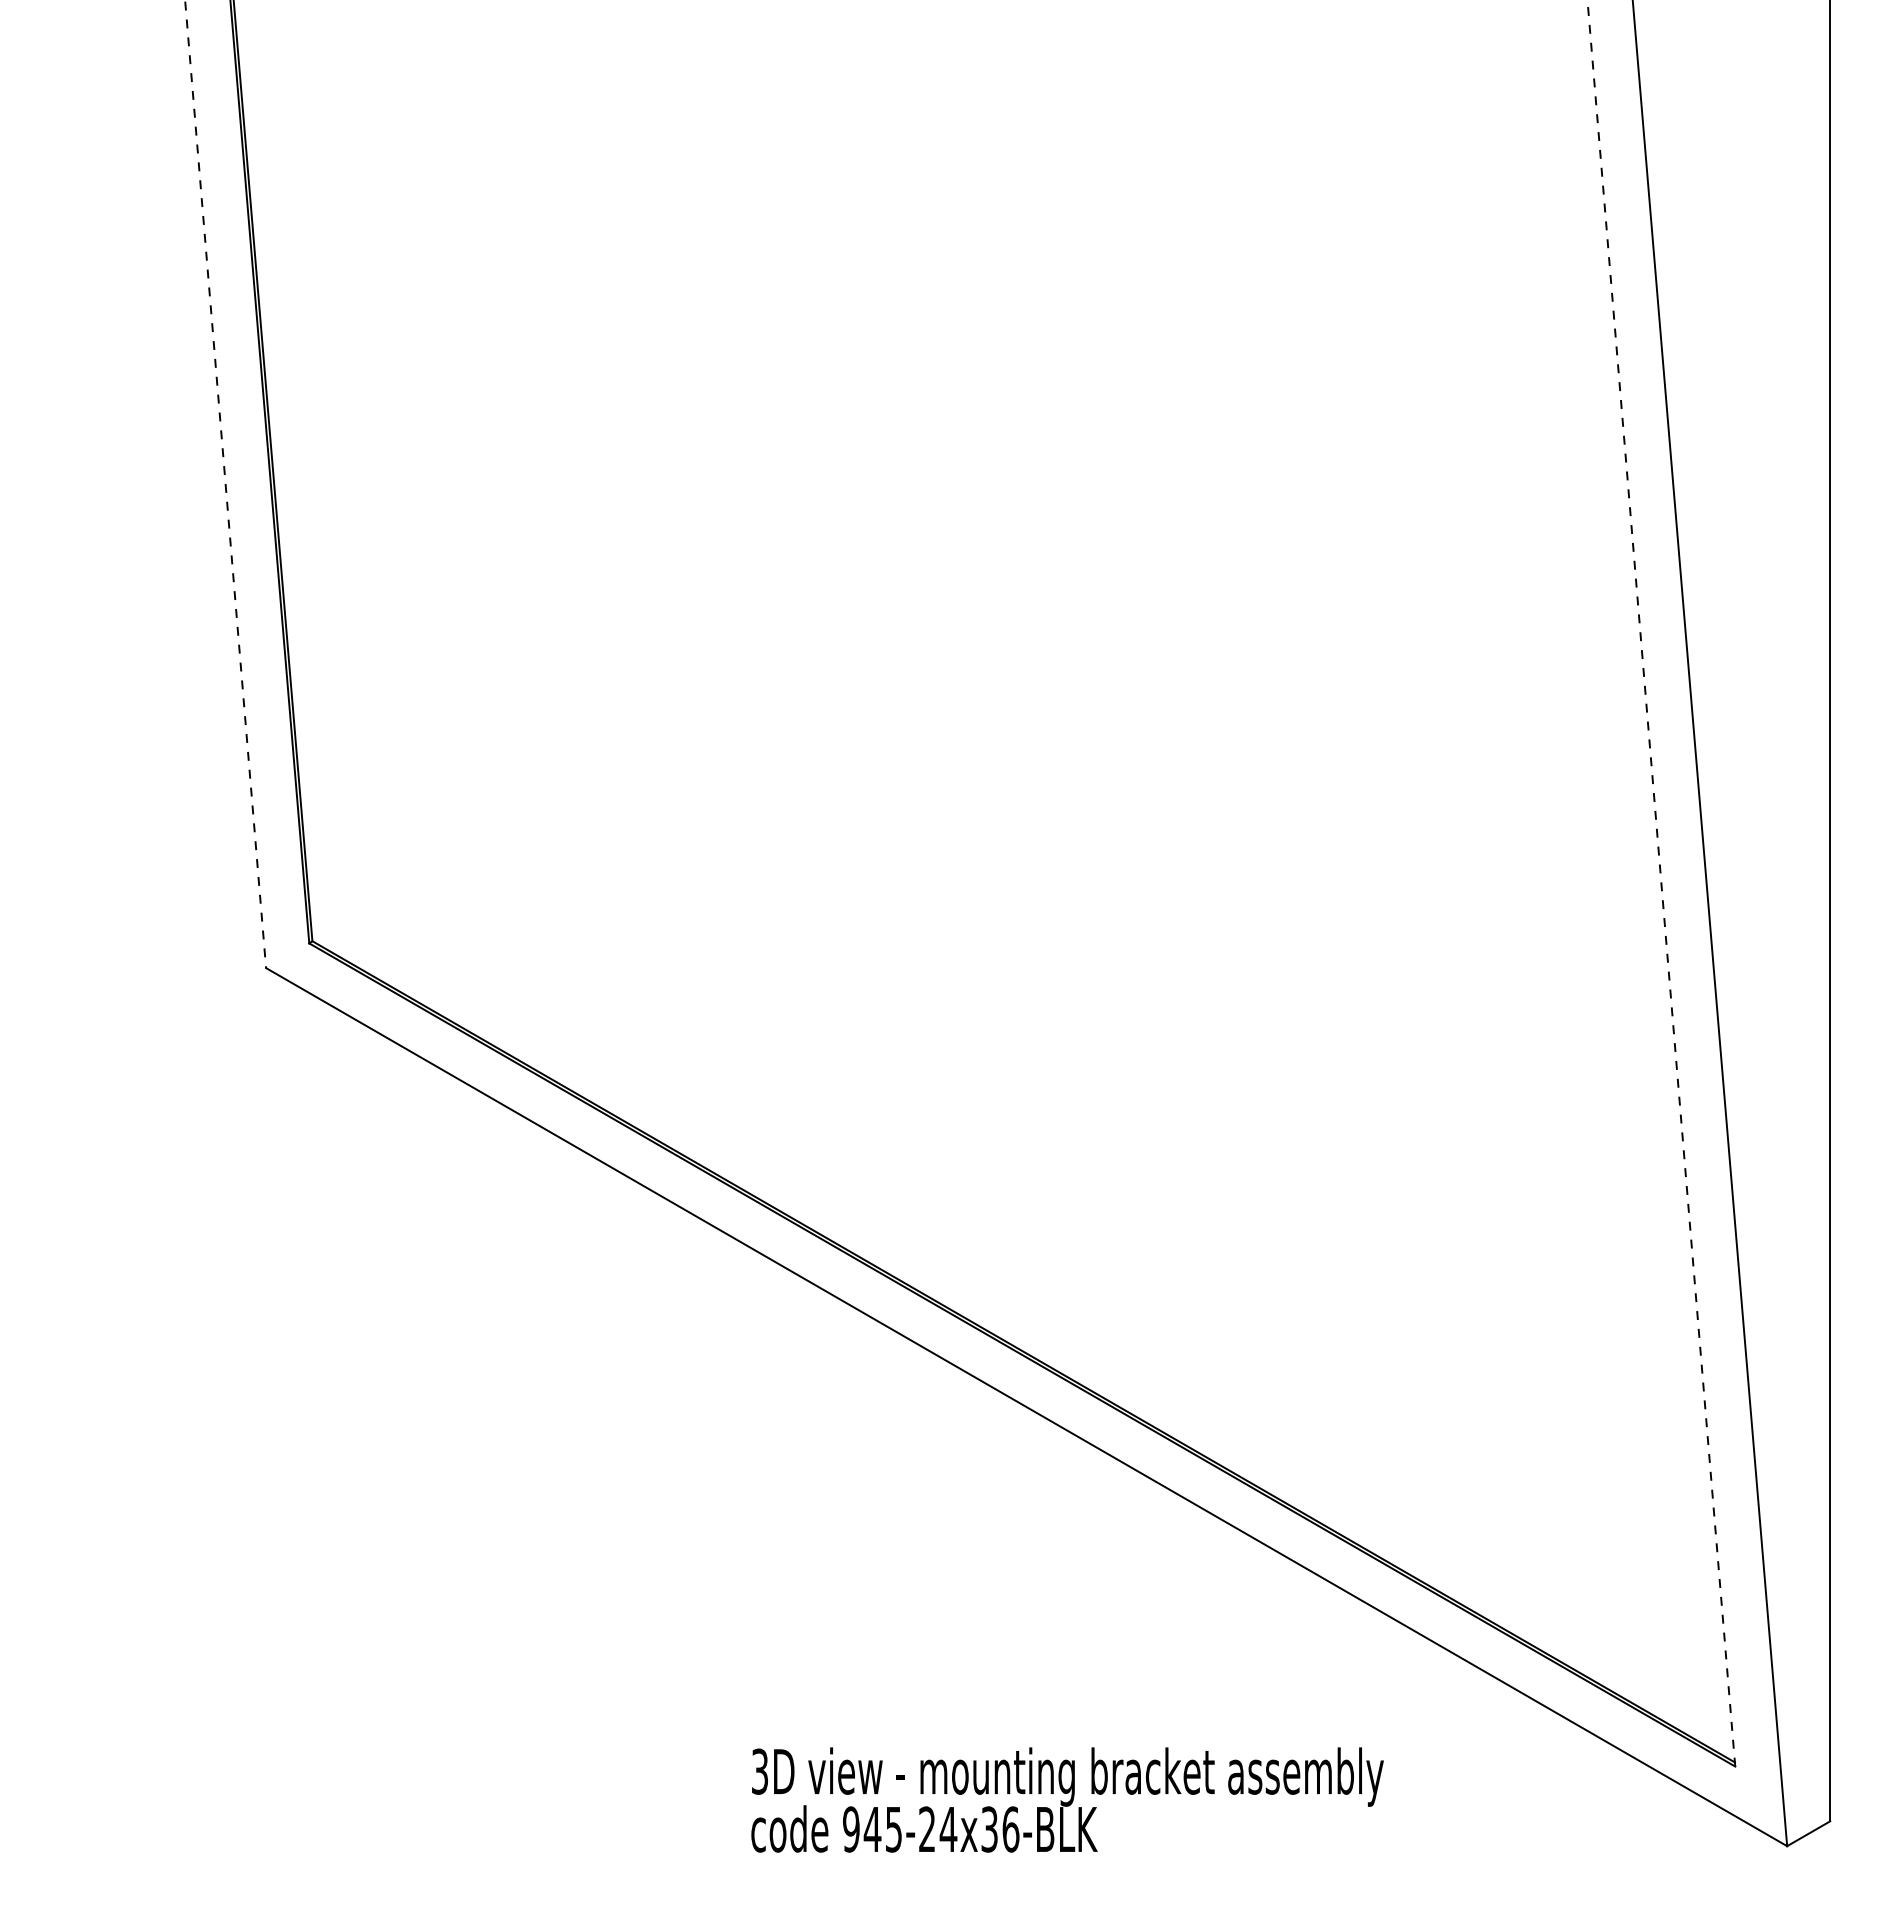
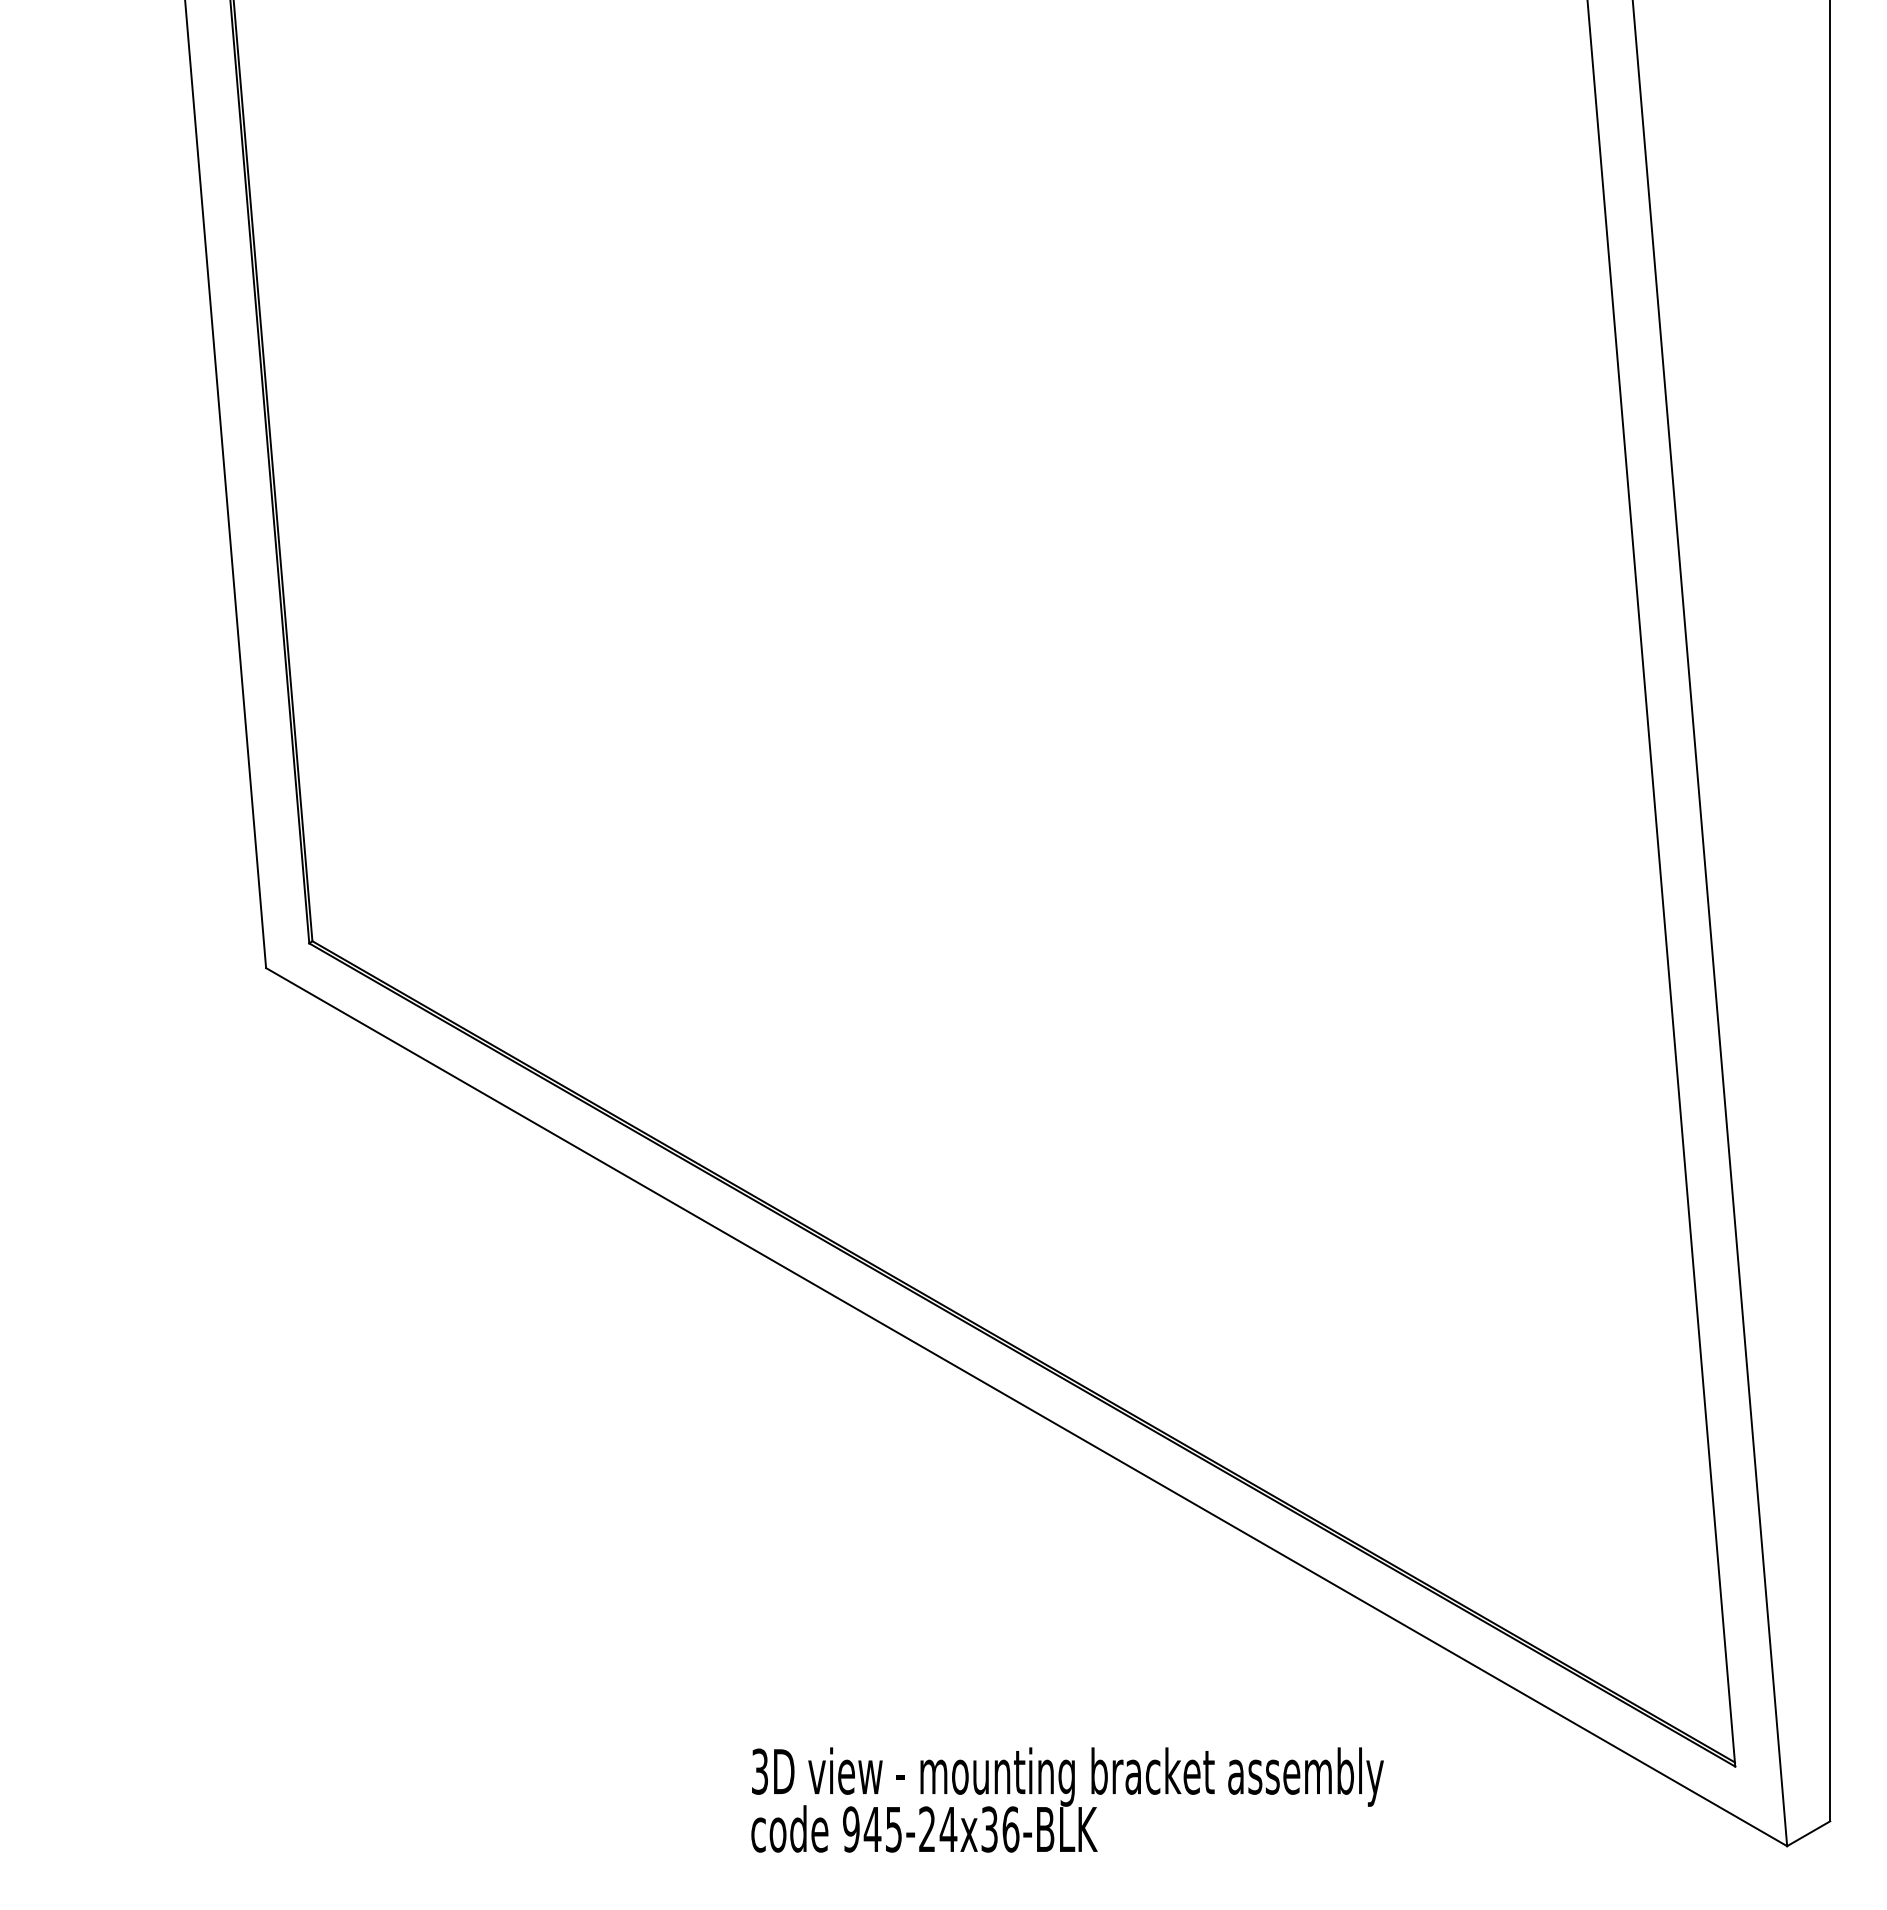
line at (225, 484): dashed -> solid
line at (1661, 883): dashed -> solid
